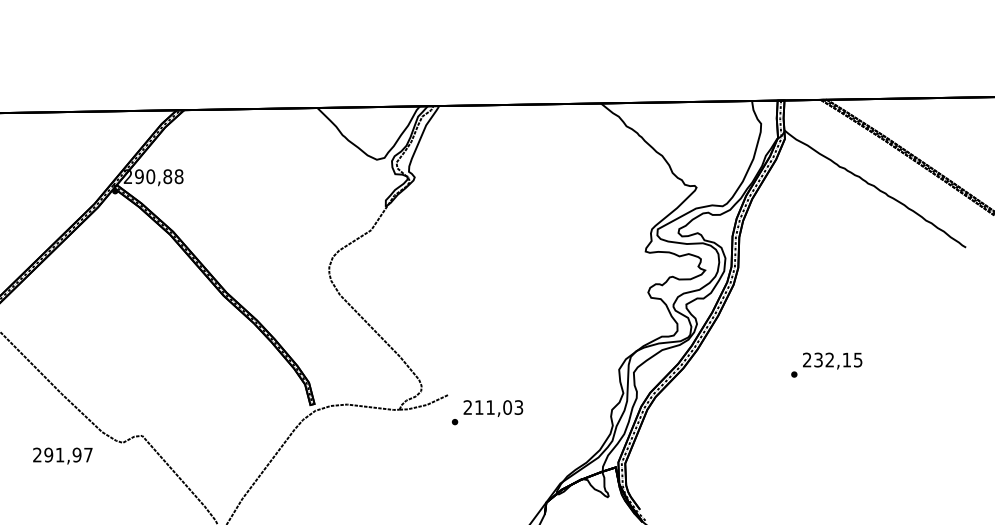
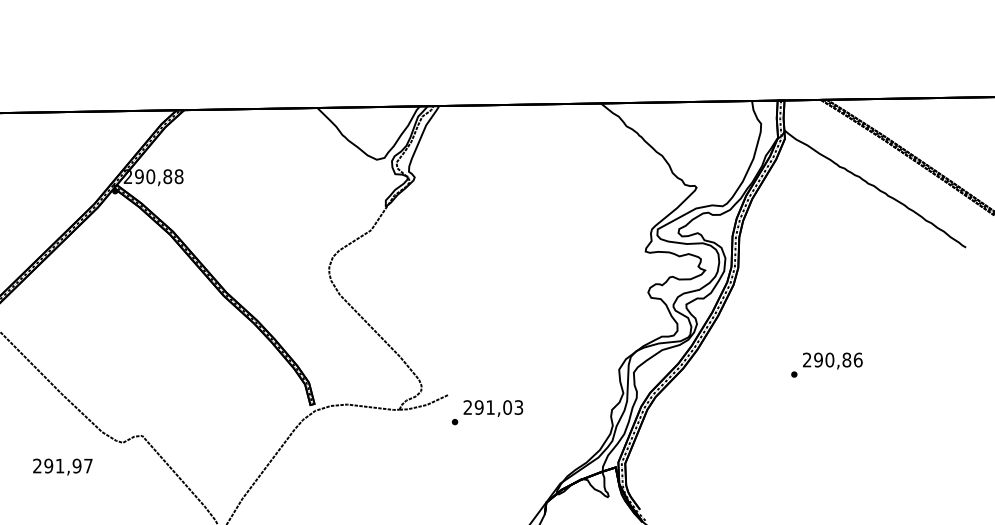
text at (838, 359): 232,15 -> 290,86
text at (478, 407): 211,03 -> 291,03
text at (62, 455) position: (62, 455) -> (62, 466)
